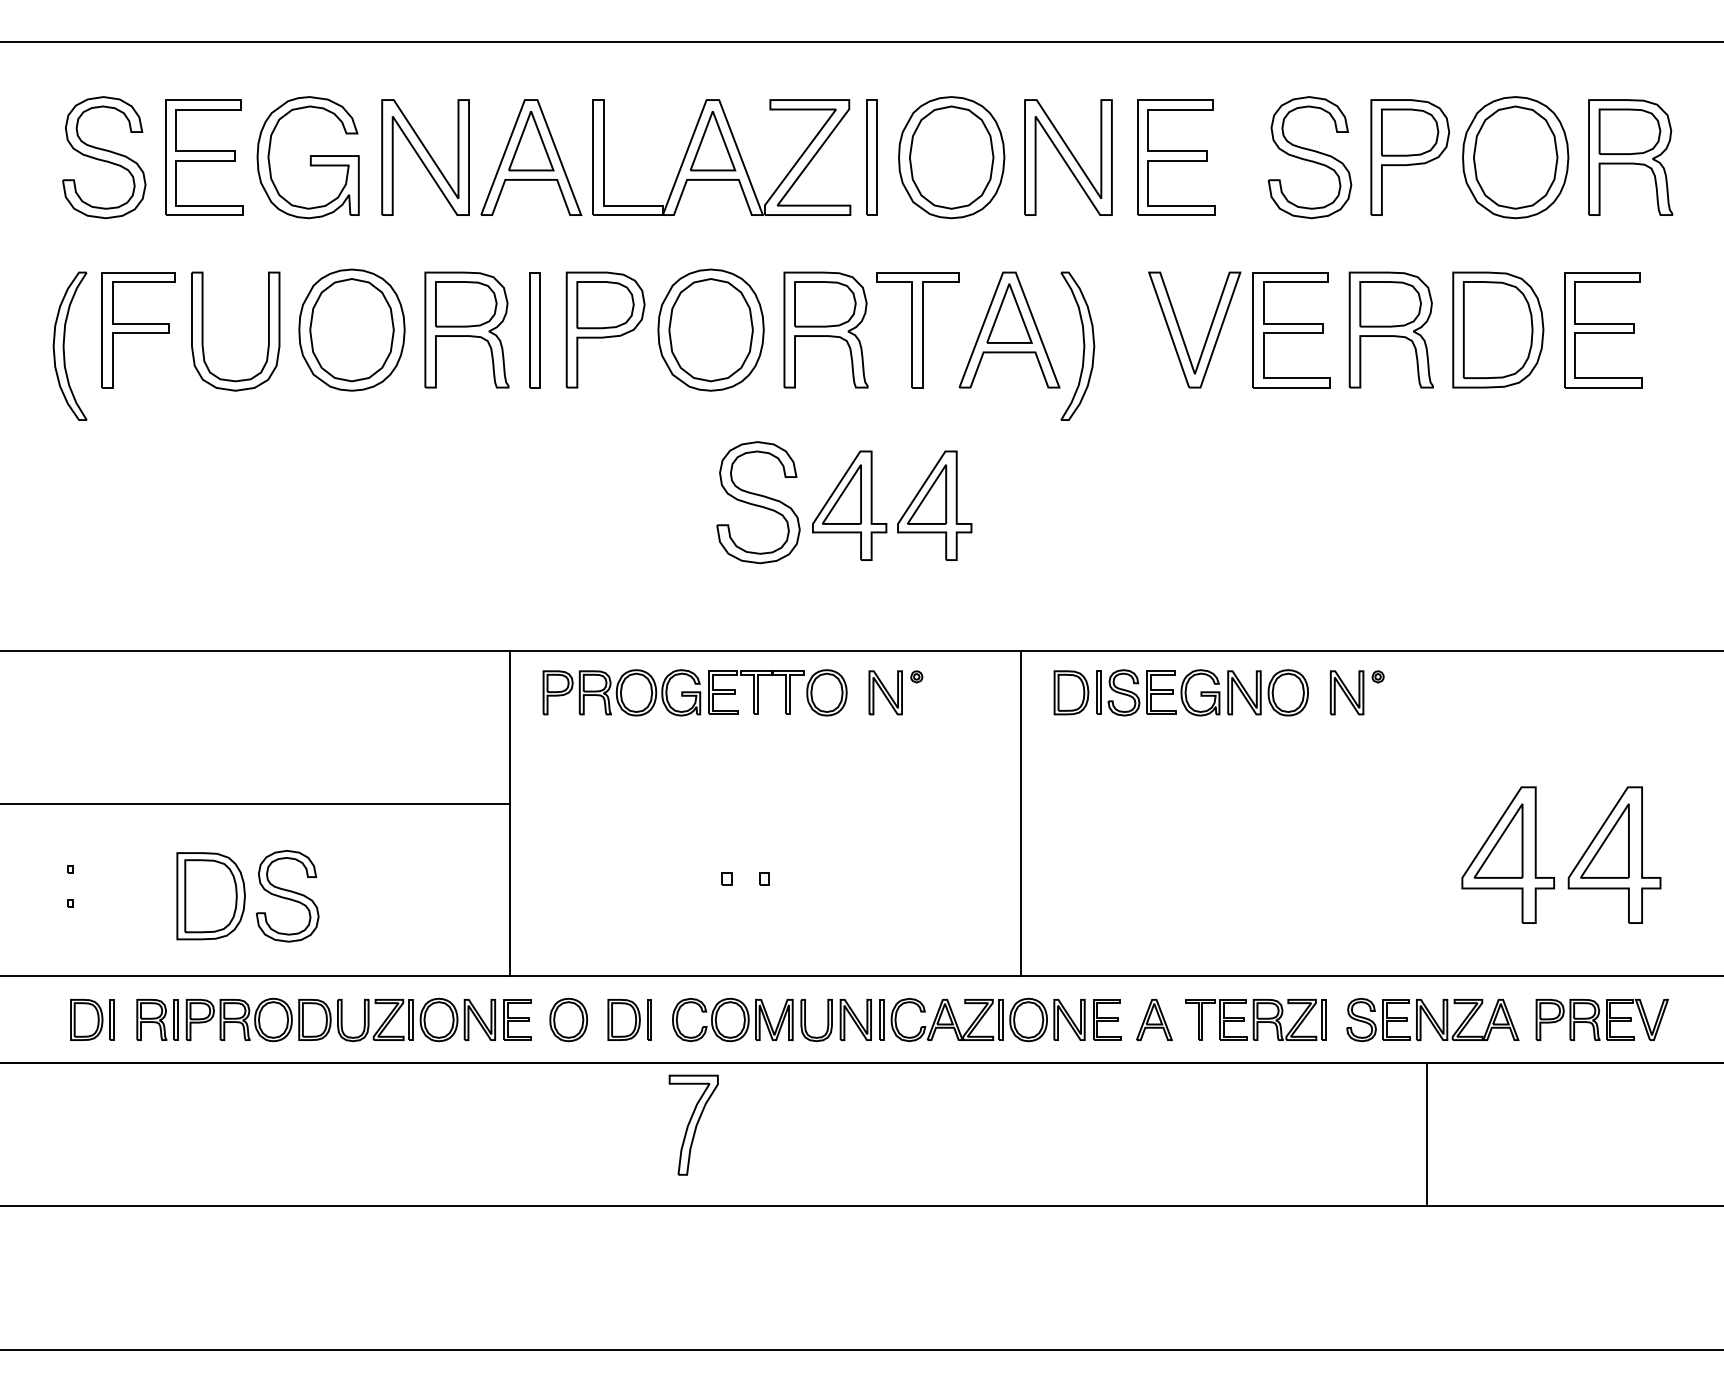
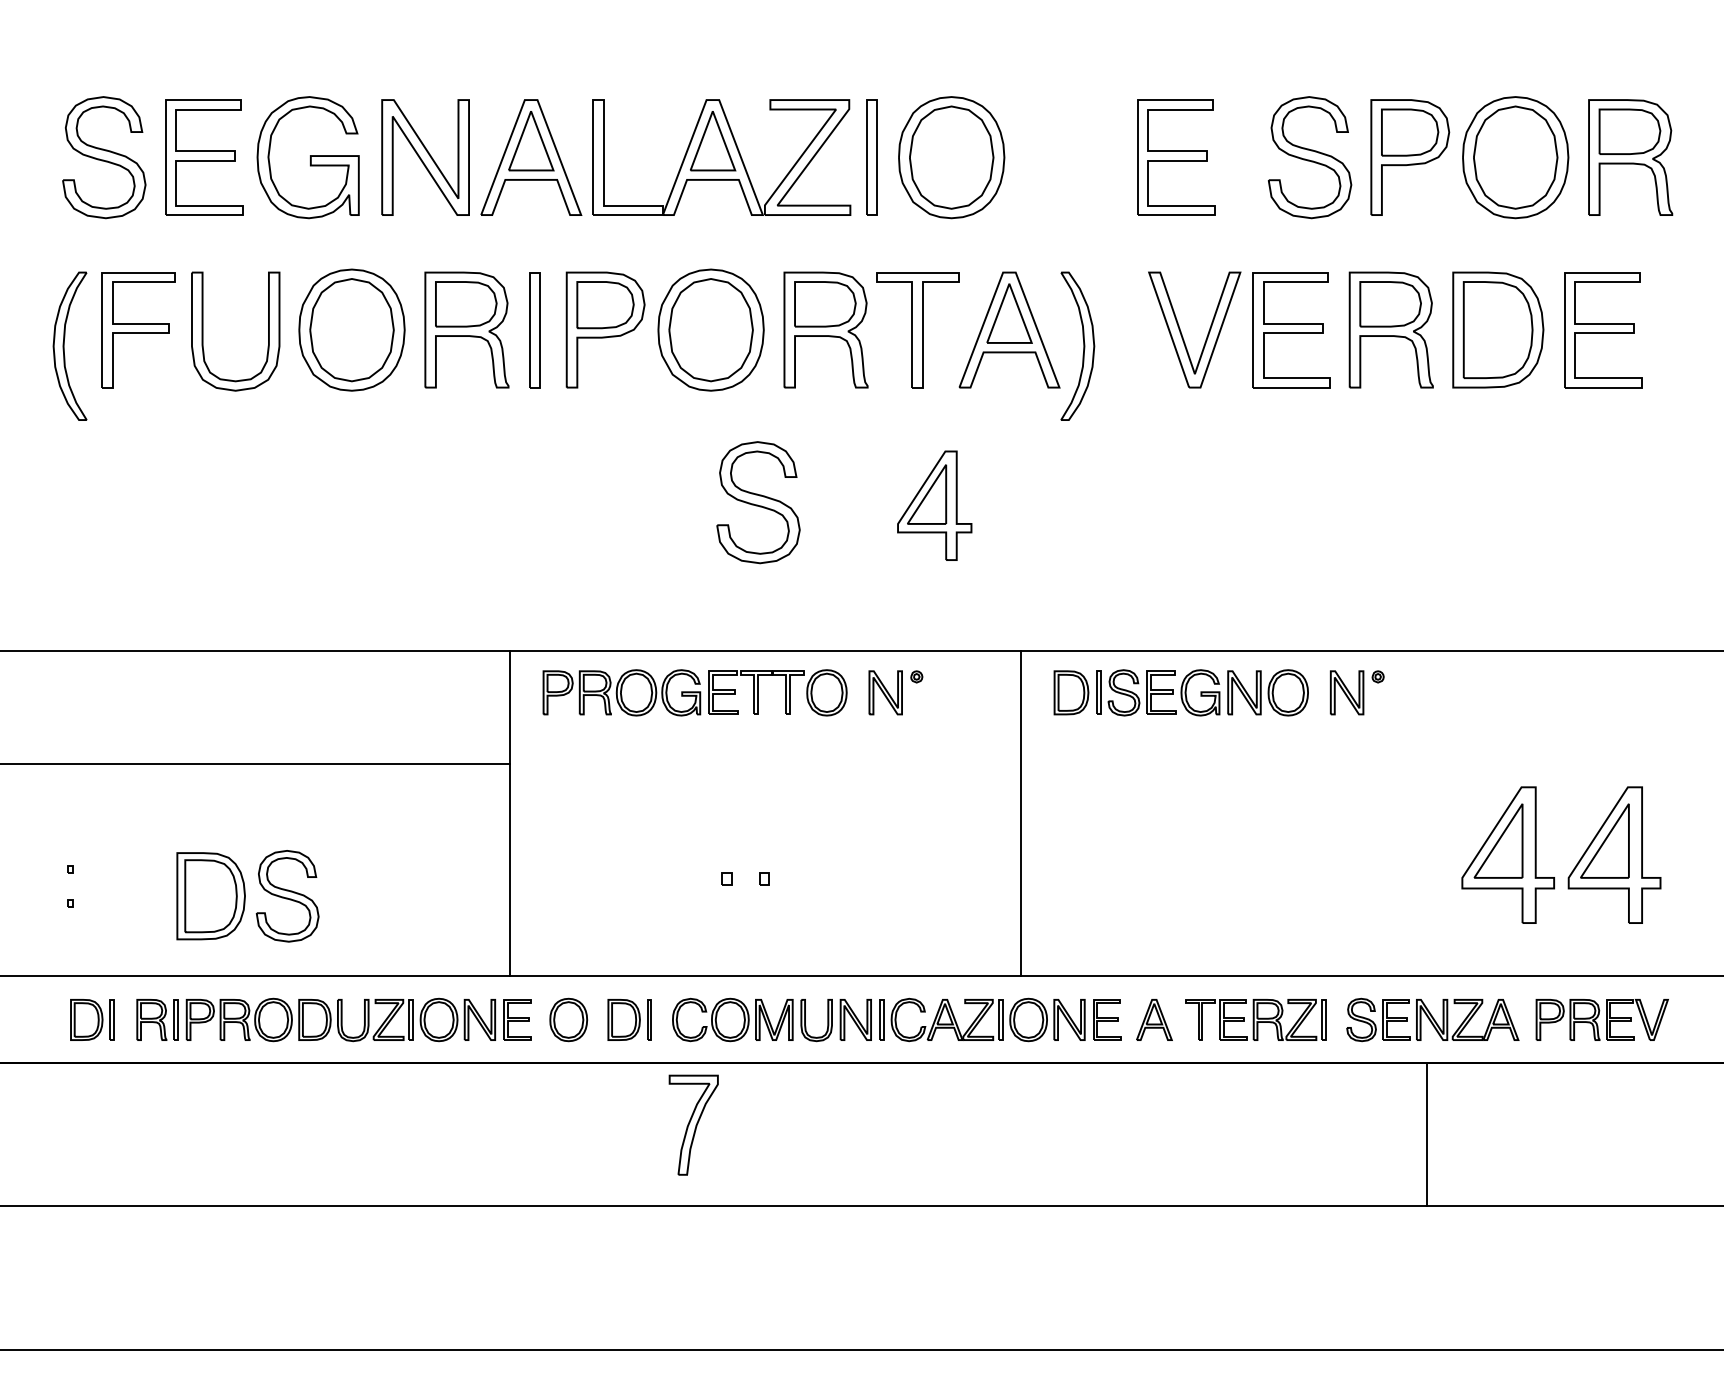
line at (861, 41): present -> none
part at (1068, 157): present -> none
part at (849, 505): present -> none
line at (256, 803) position: (256, 803) -> (256, 763)
